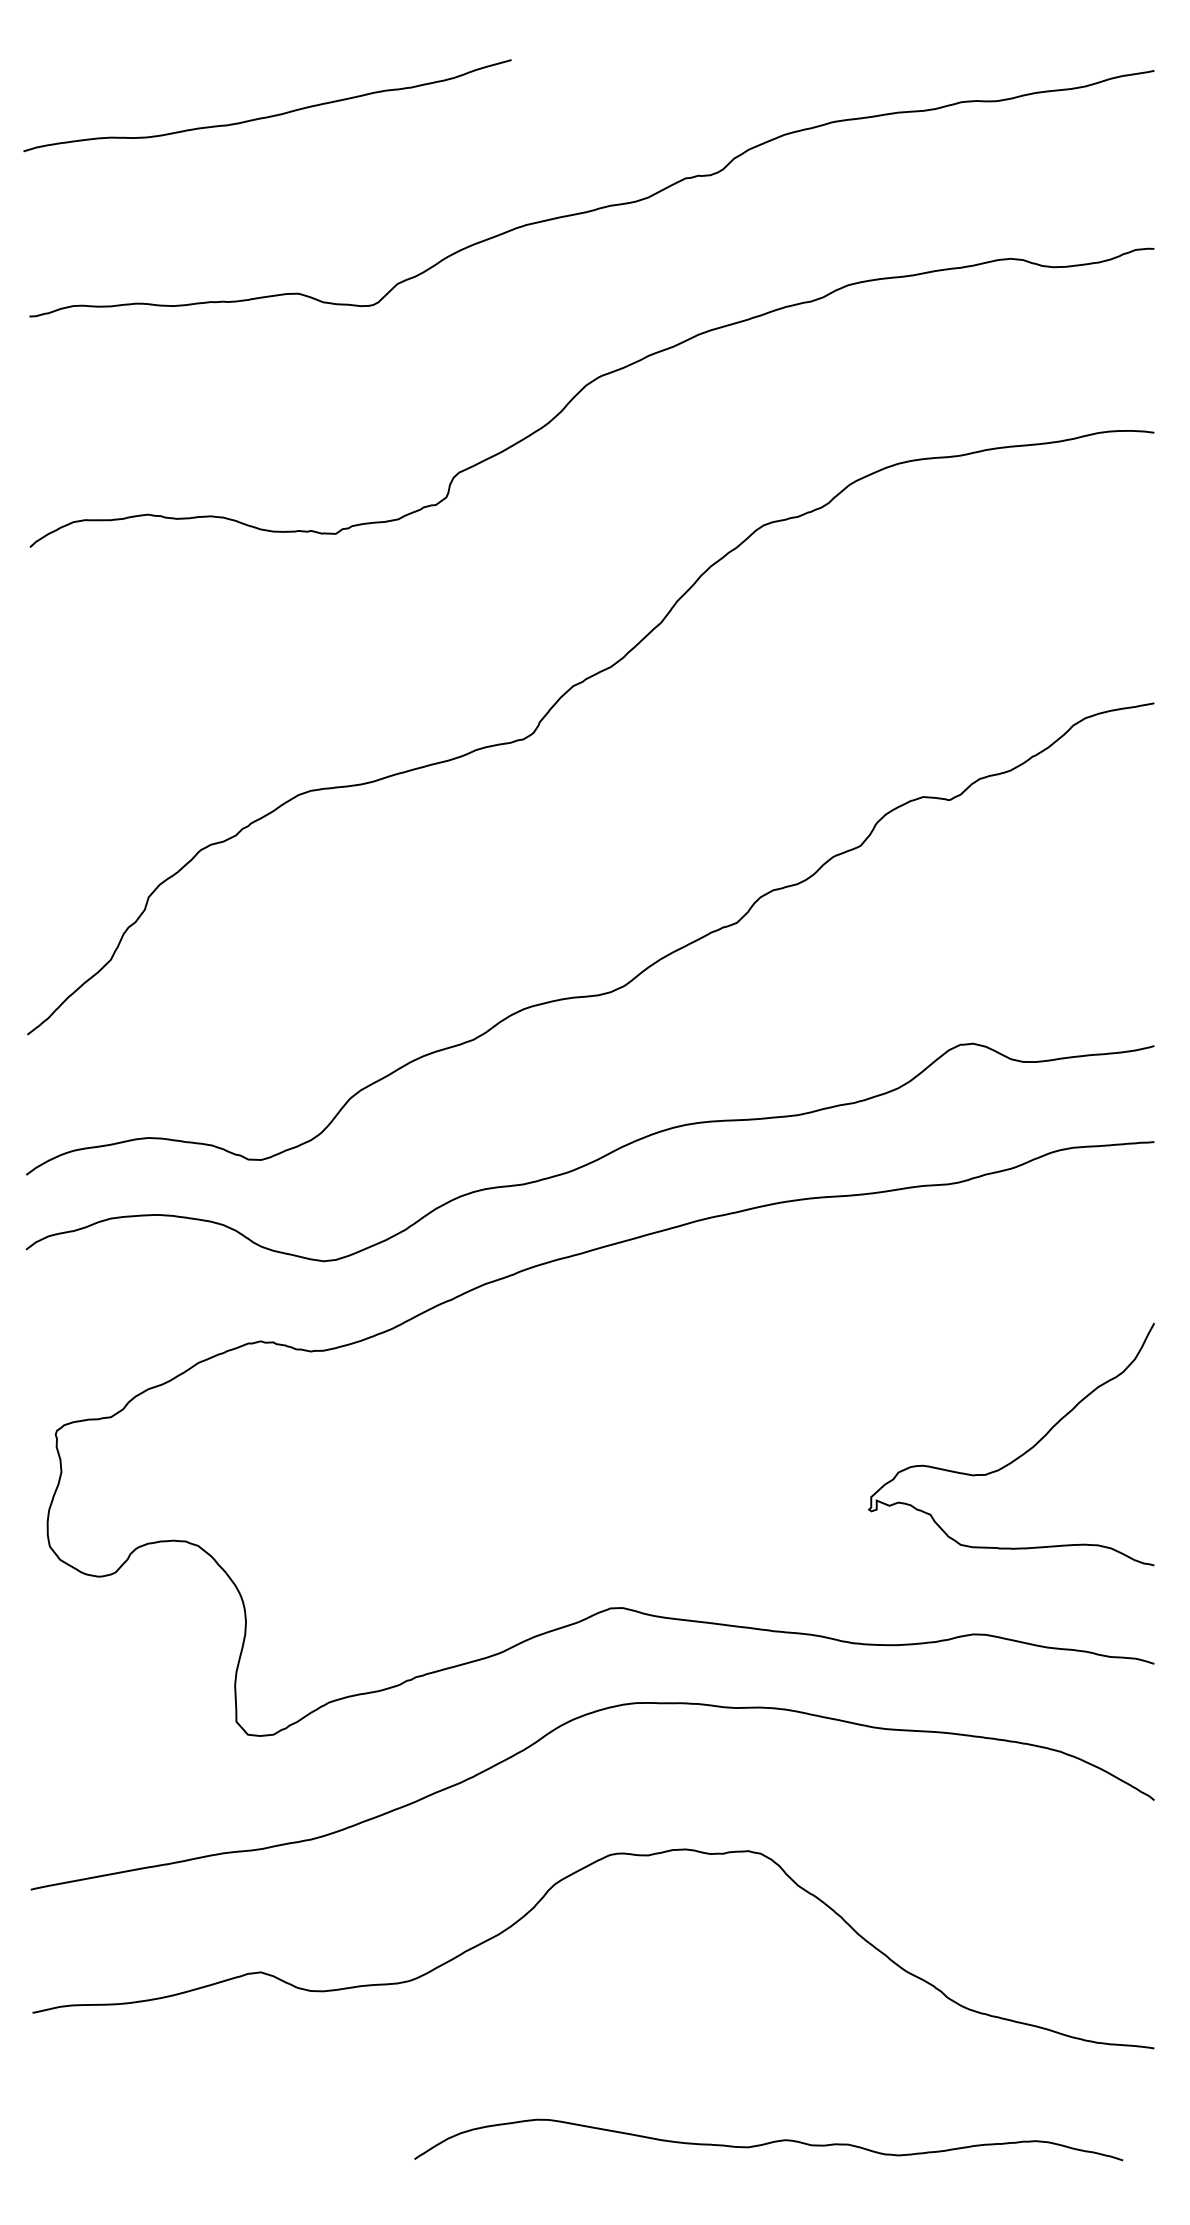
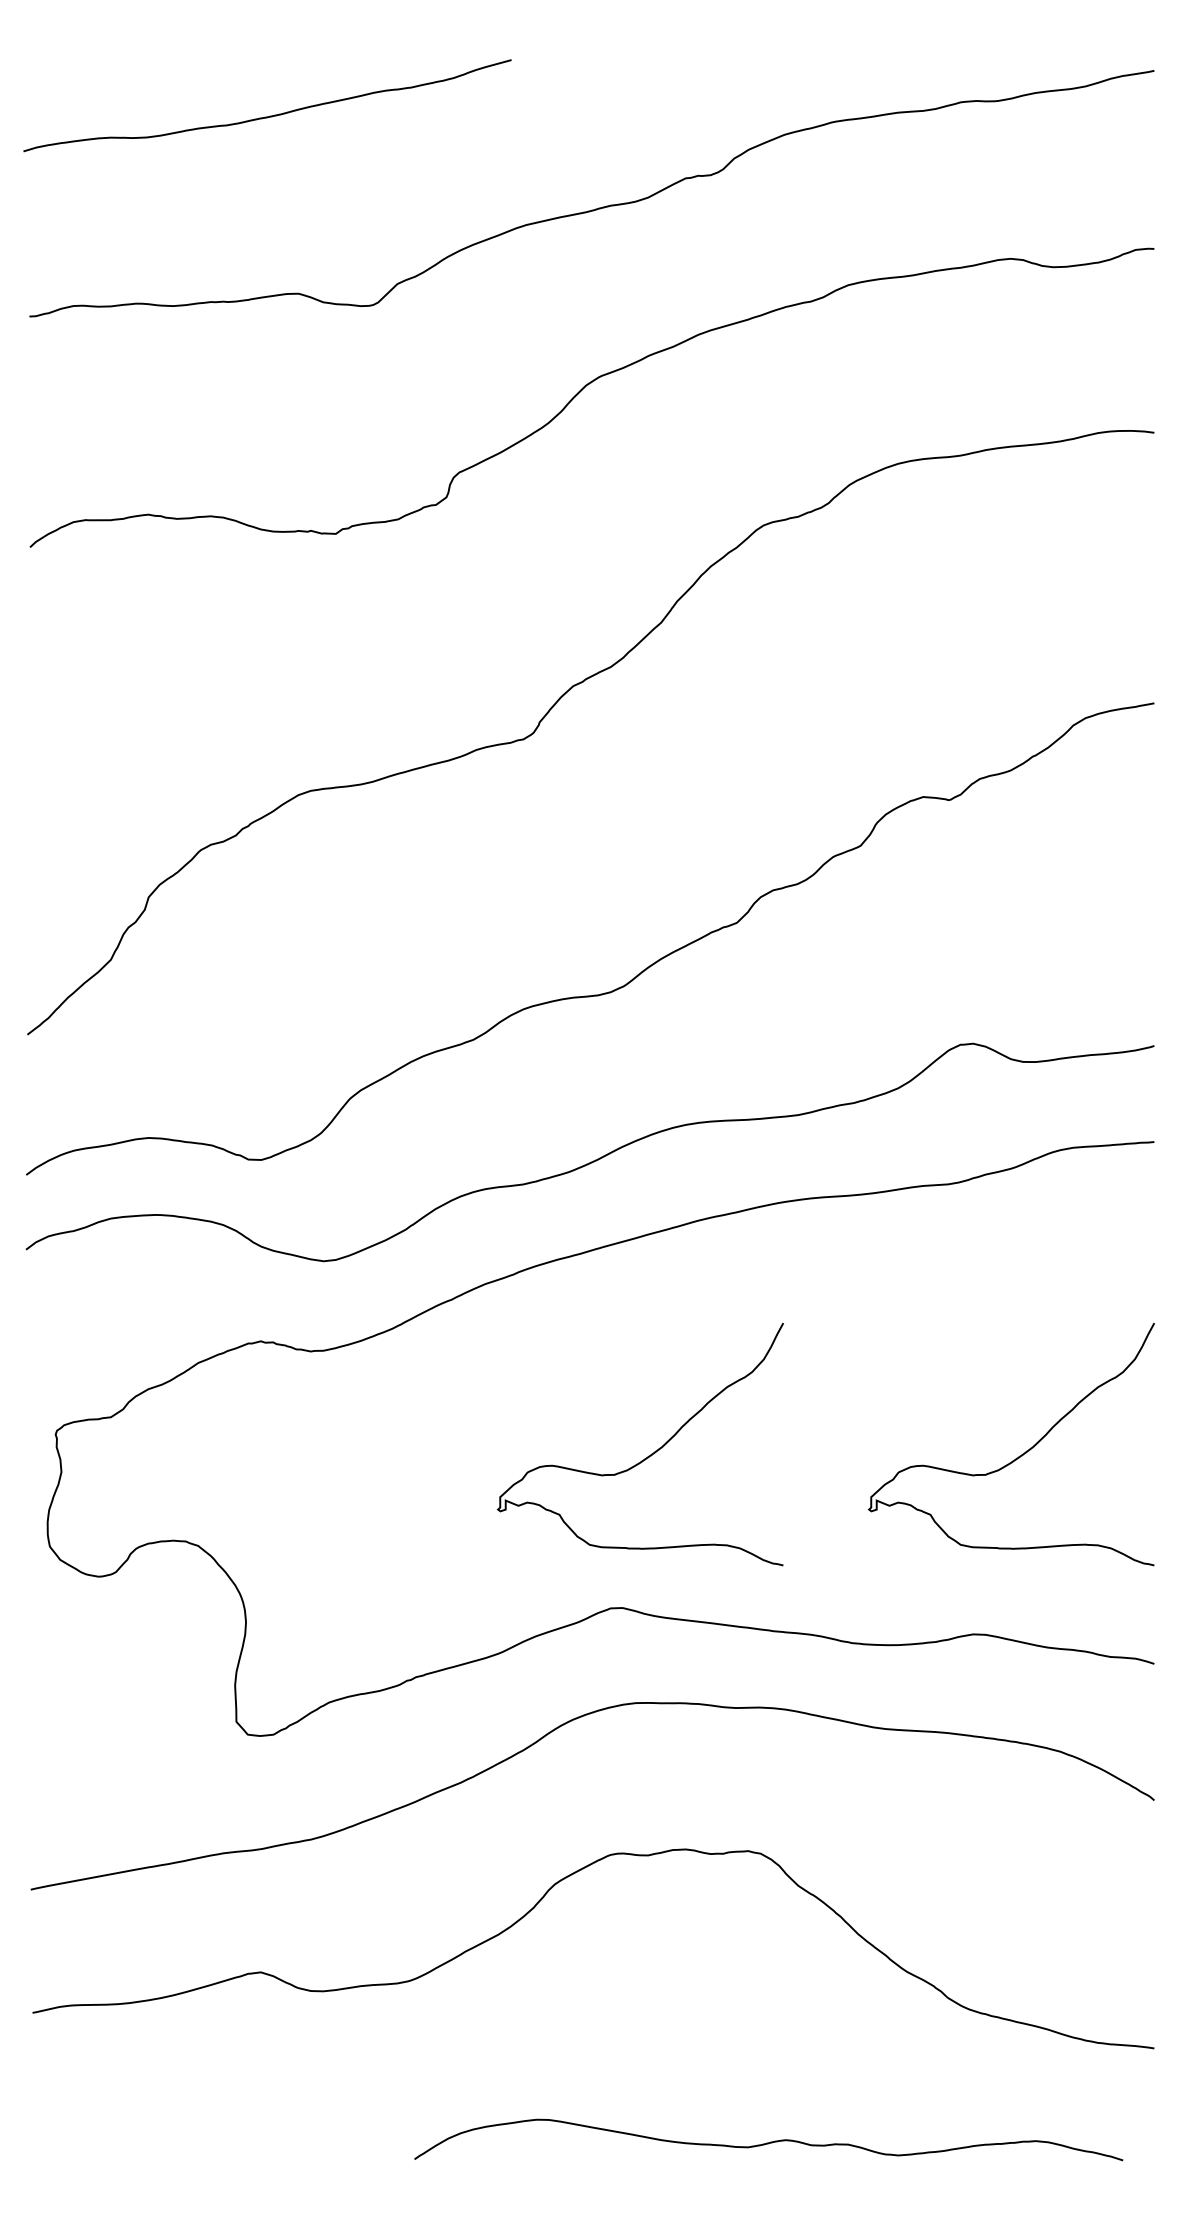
curve at (648, 1455): none -> present
